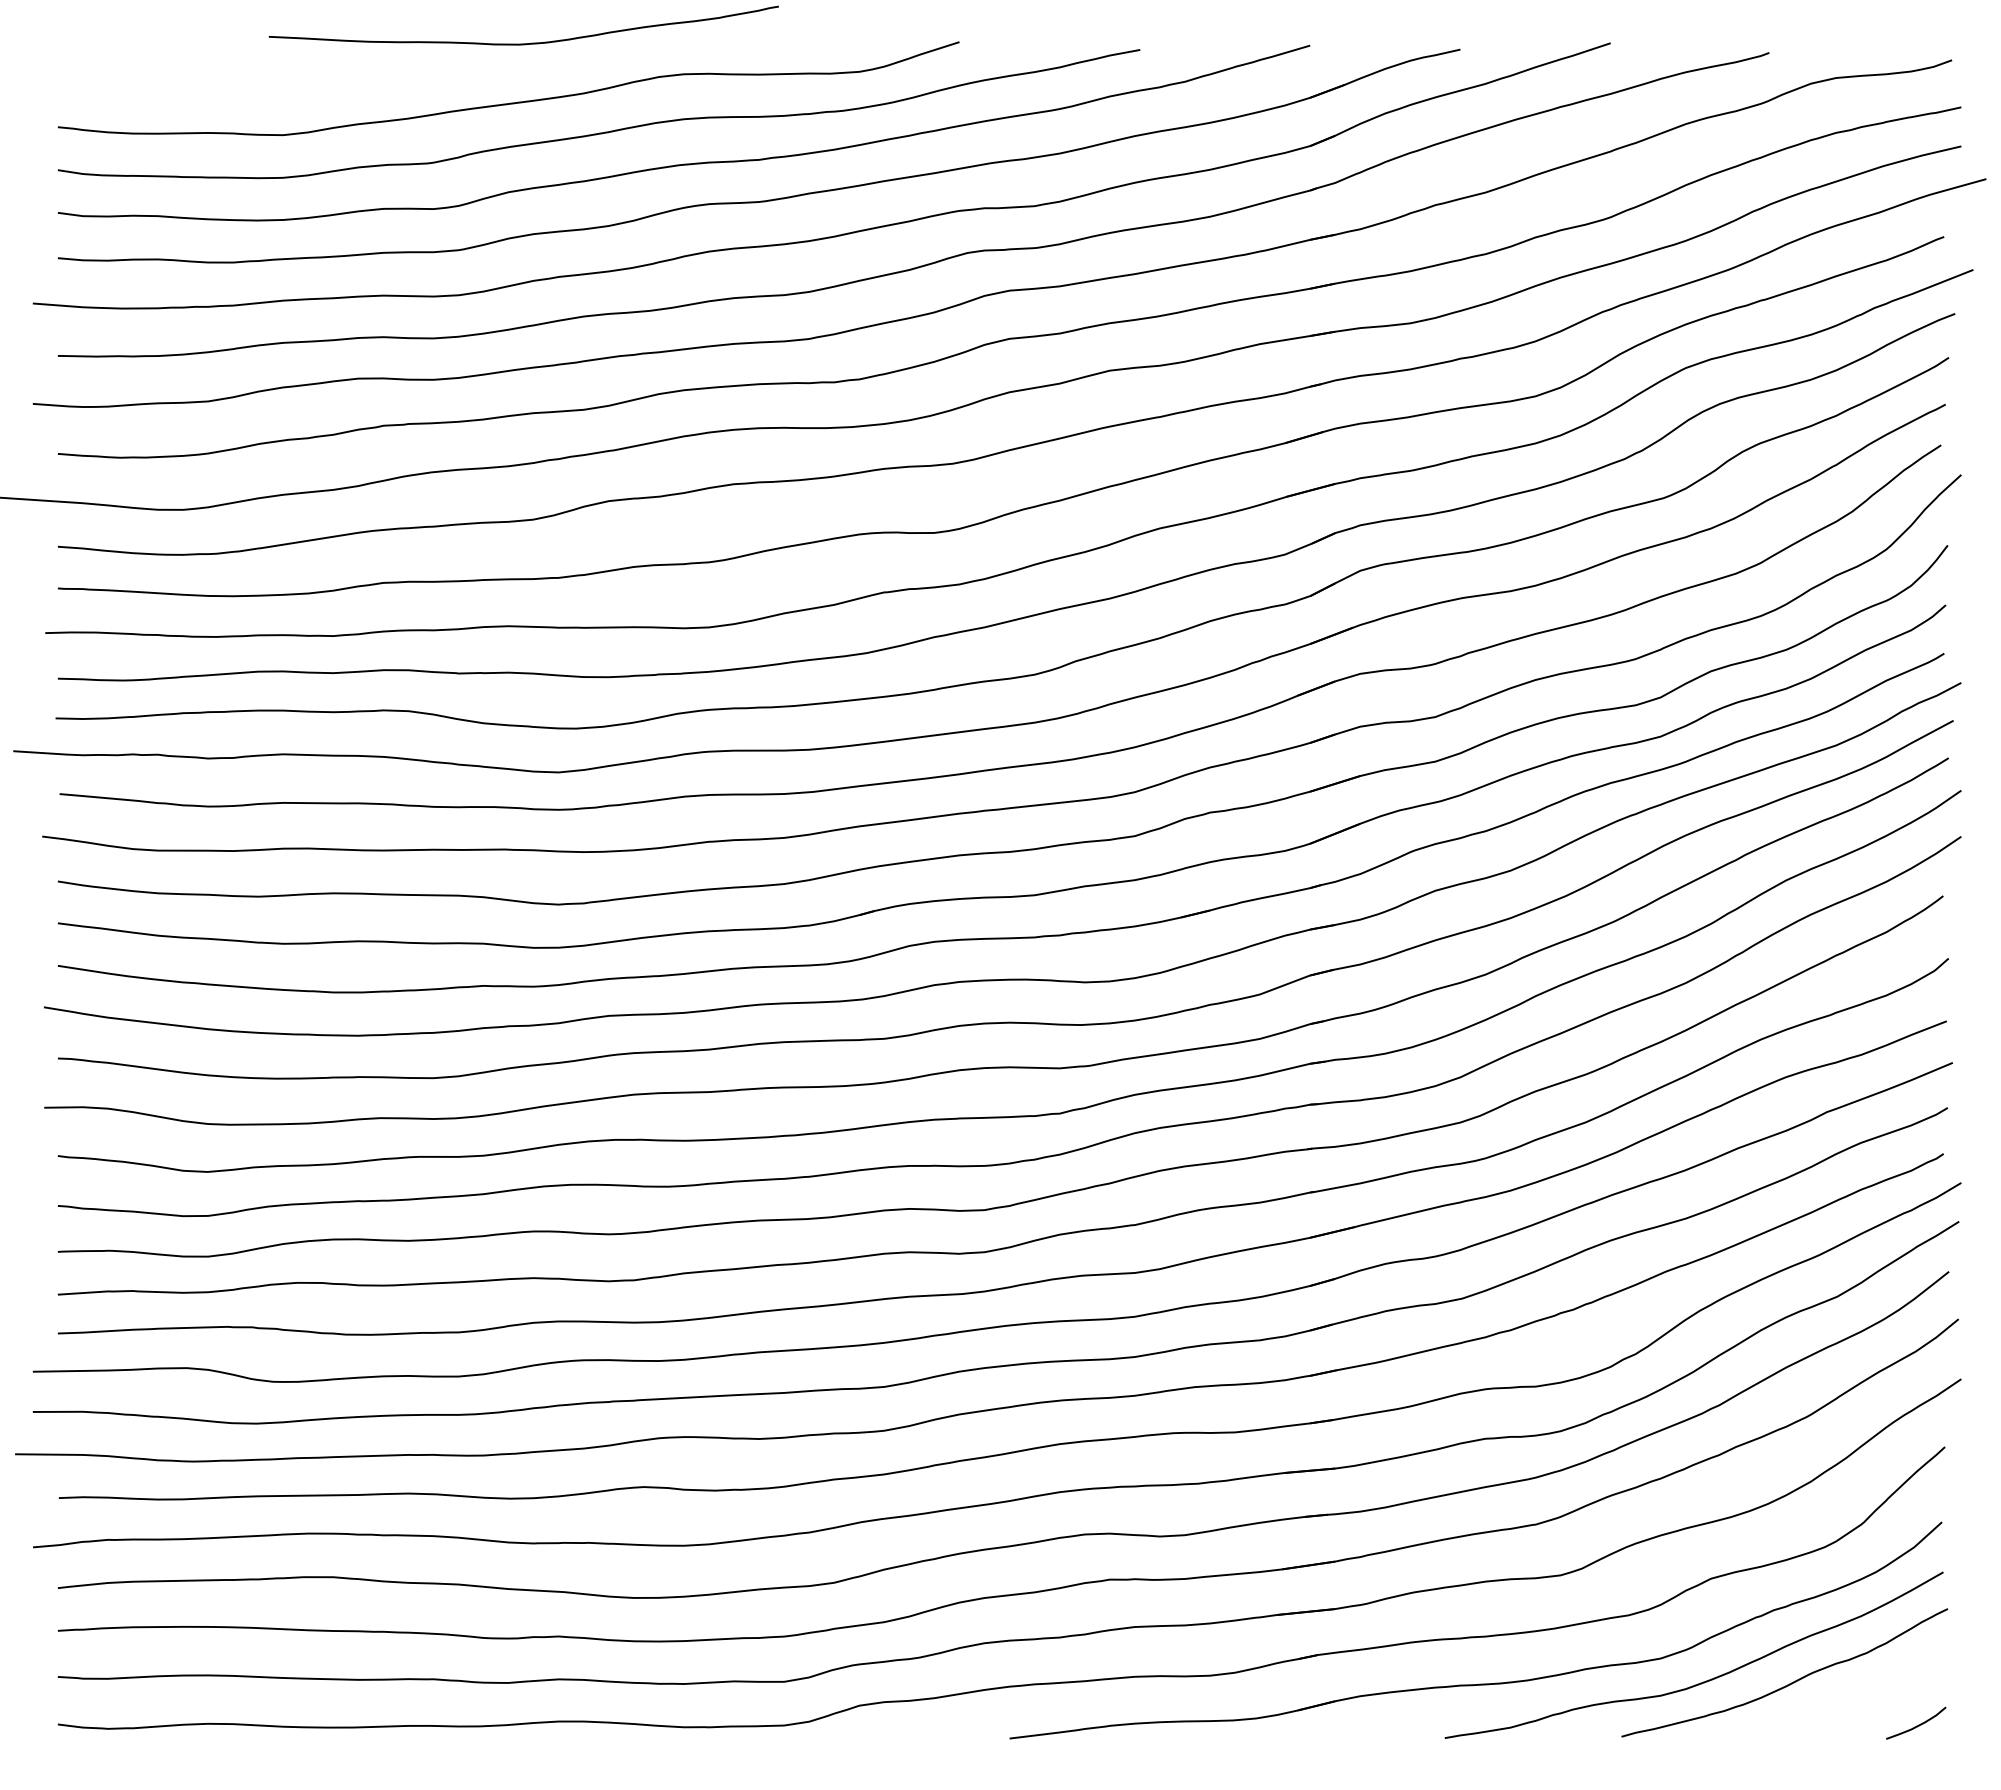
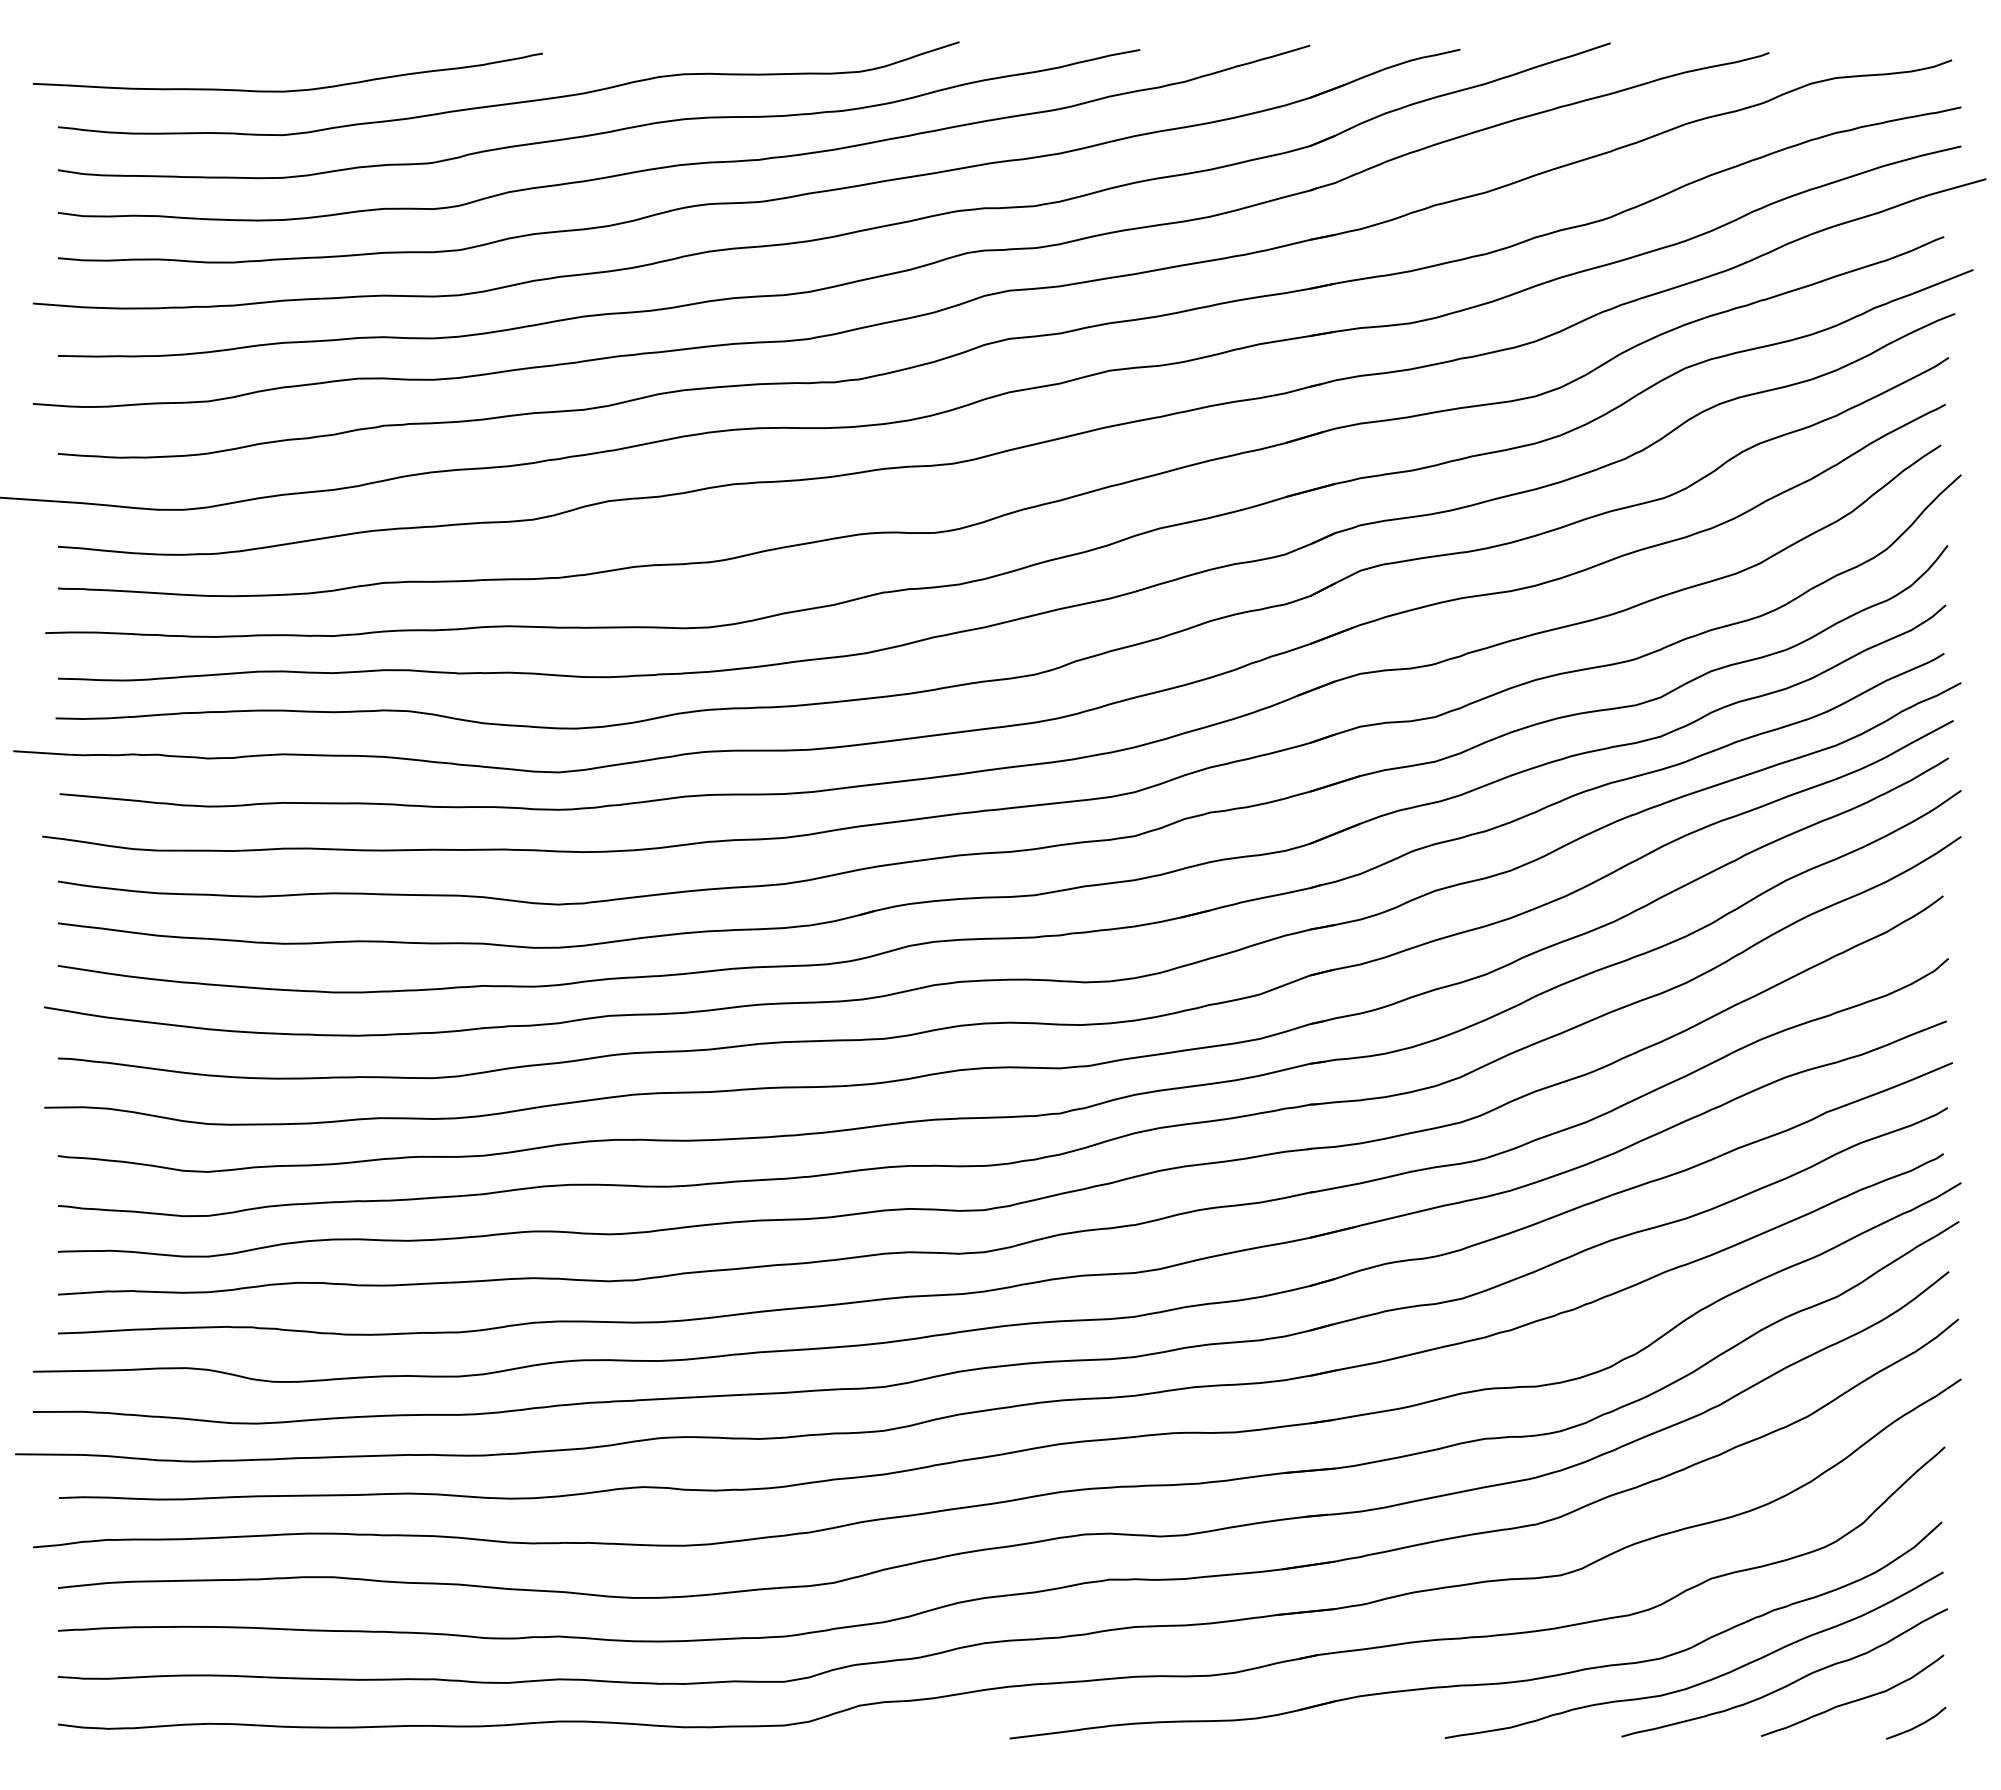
curve at (523, 43) position: (523, 43) -> (287, 90)
curve at (1855, 1699): none -> present
